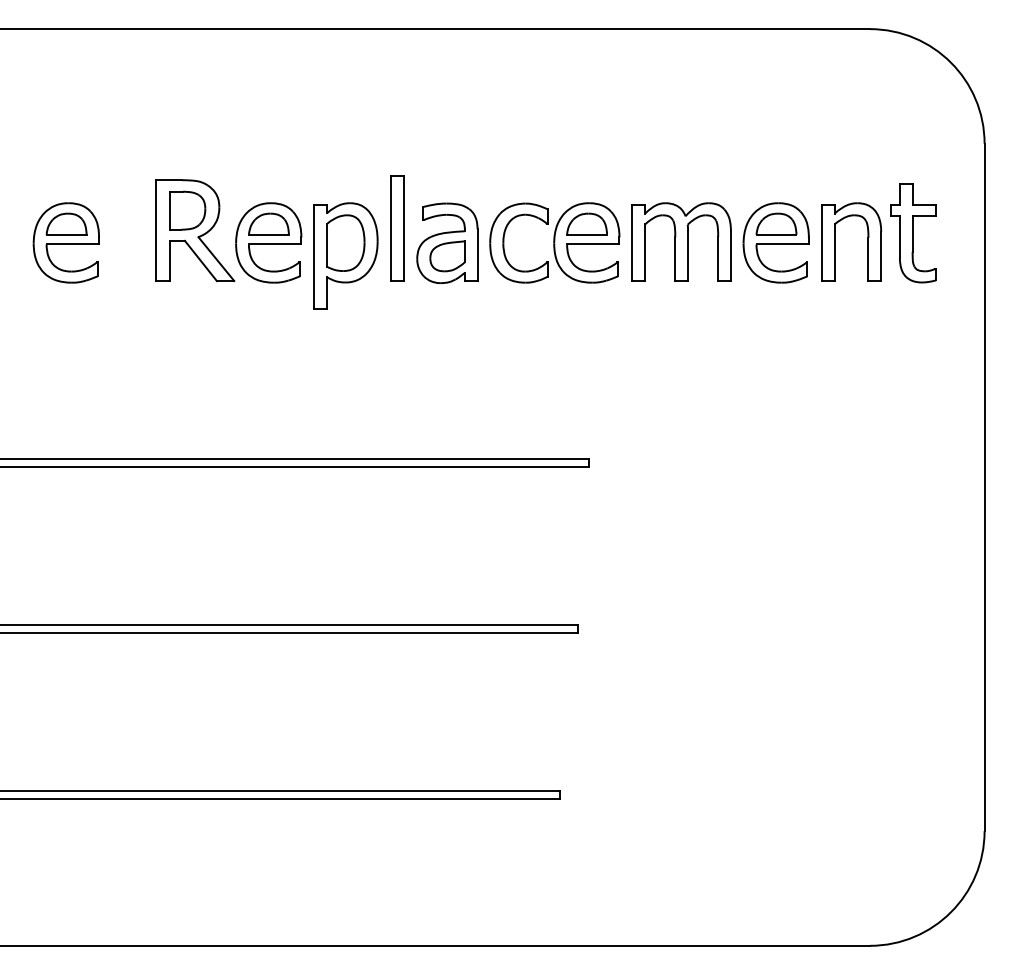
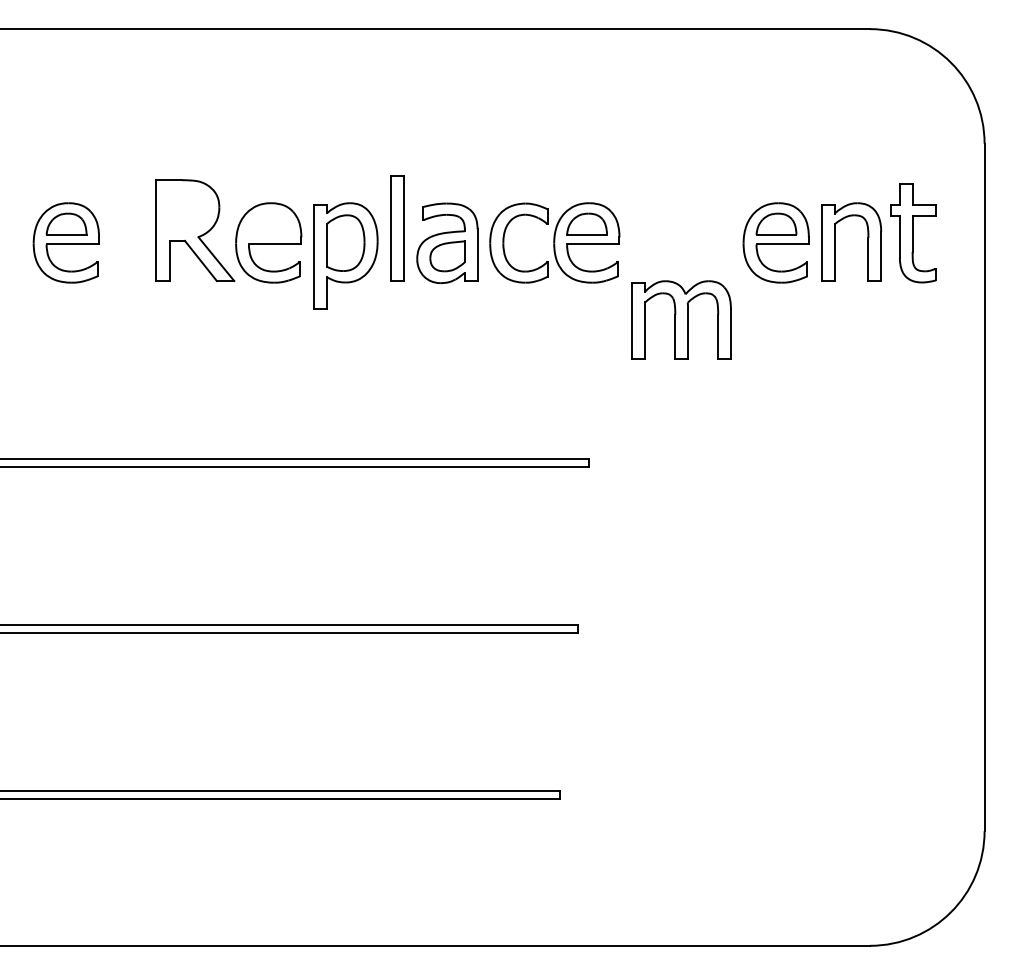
part at (187, 210): present -> none
part at (268, 223): present -> none
part at (681, 241) position: (681, 241) -> (681, 319)
